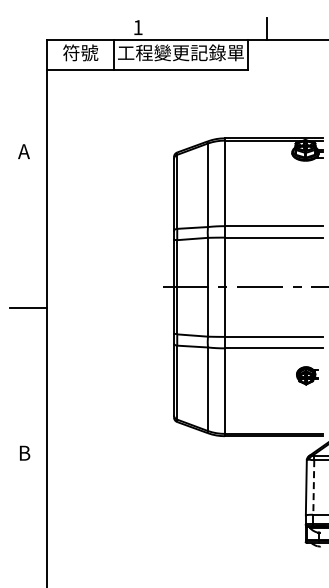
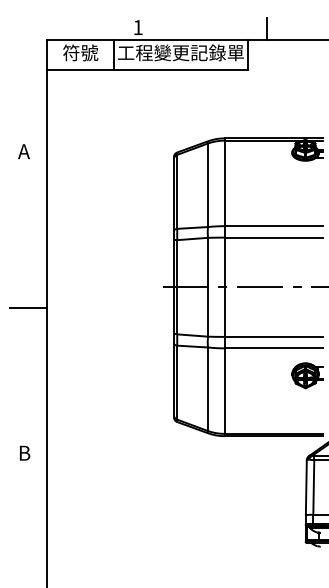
part at (307, 375) size: 23x20 px -> 33x28 px
line at (313, 487): dashed -> solid
